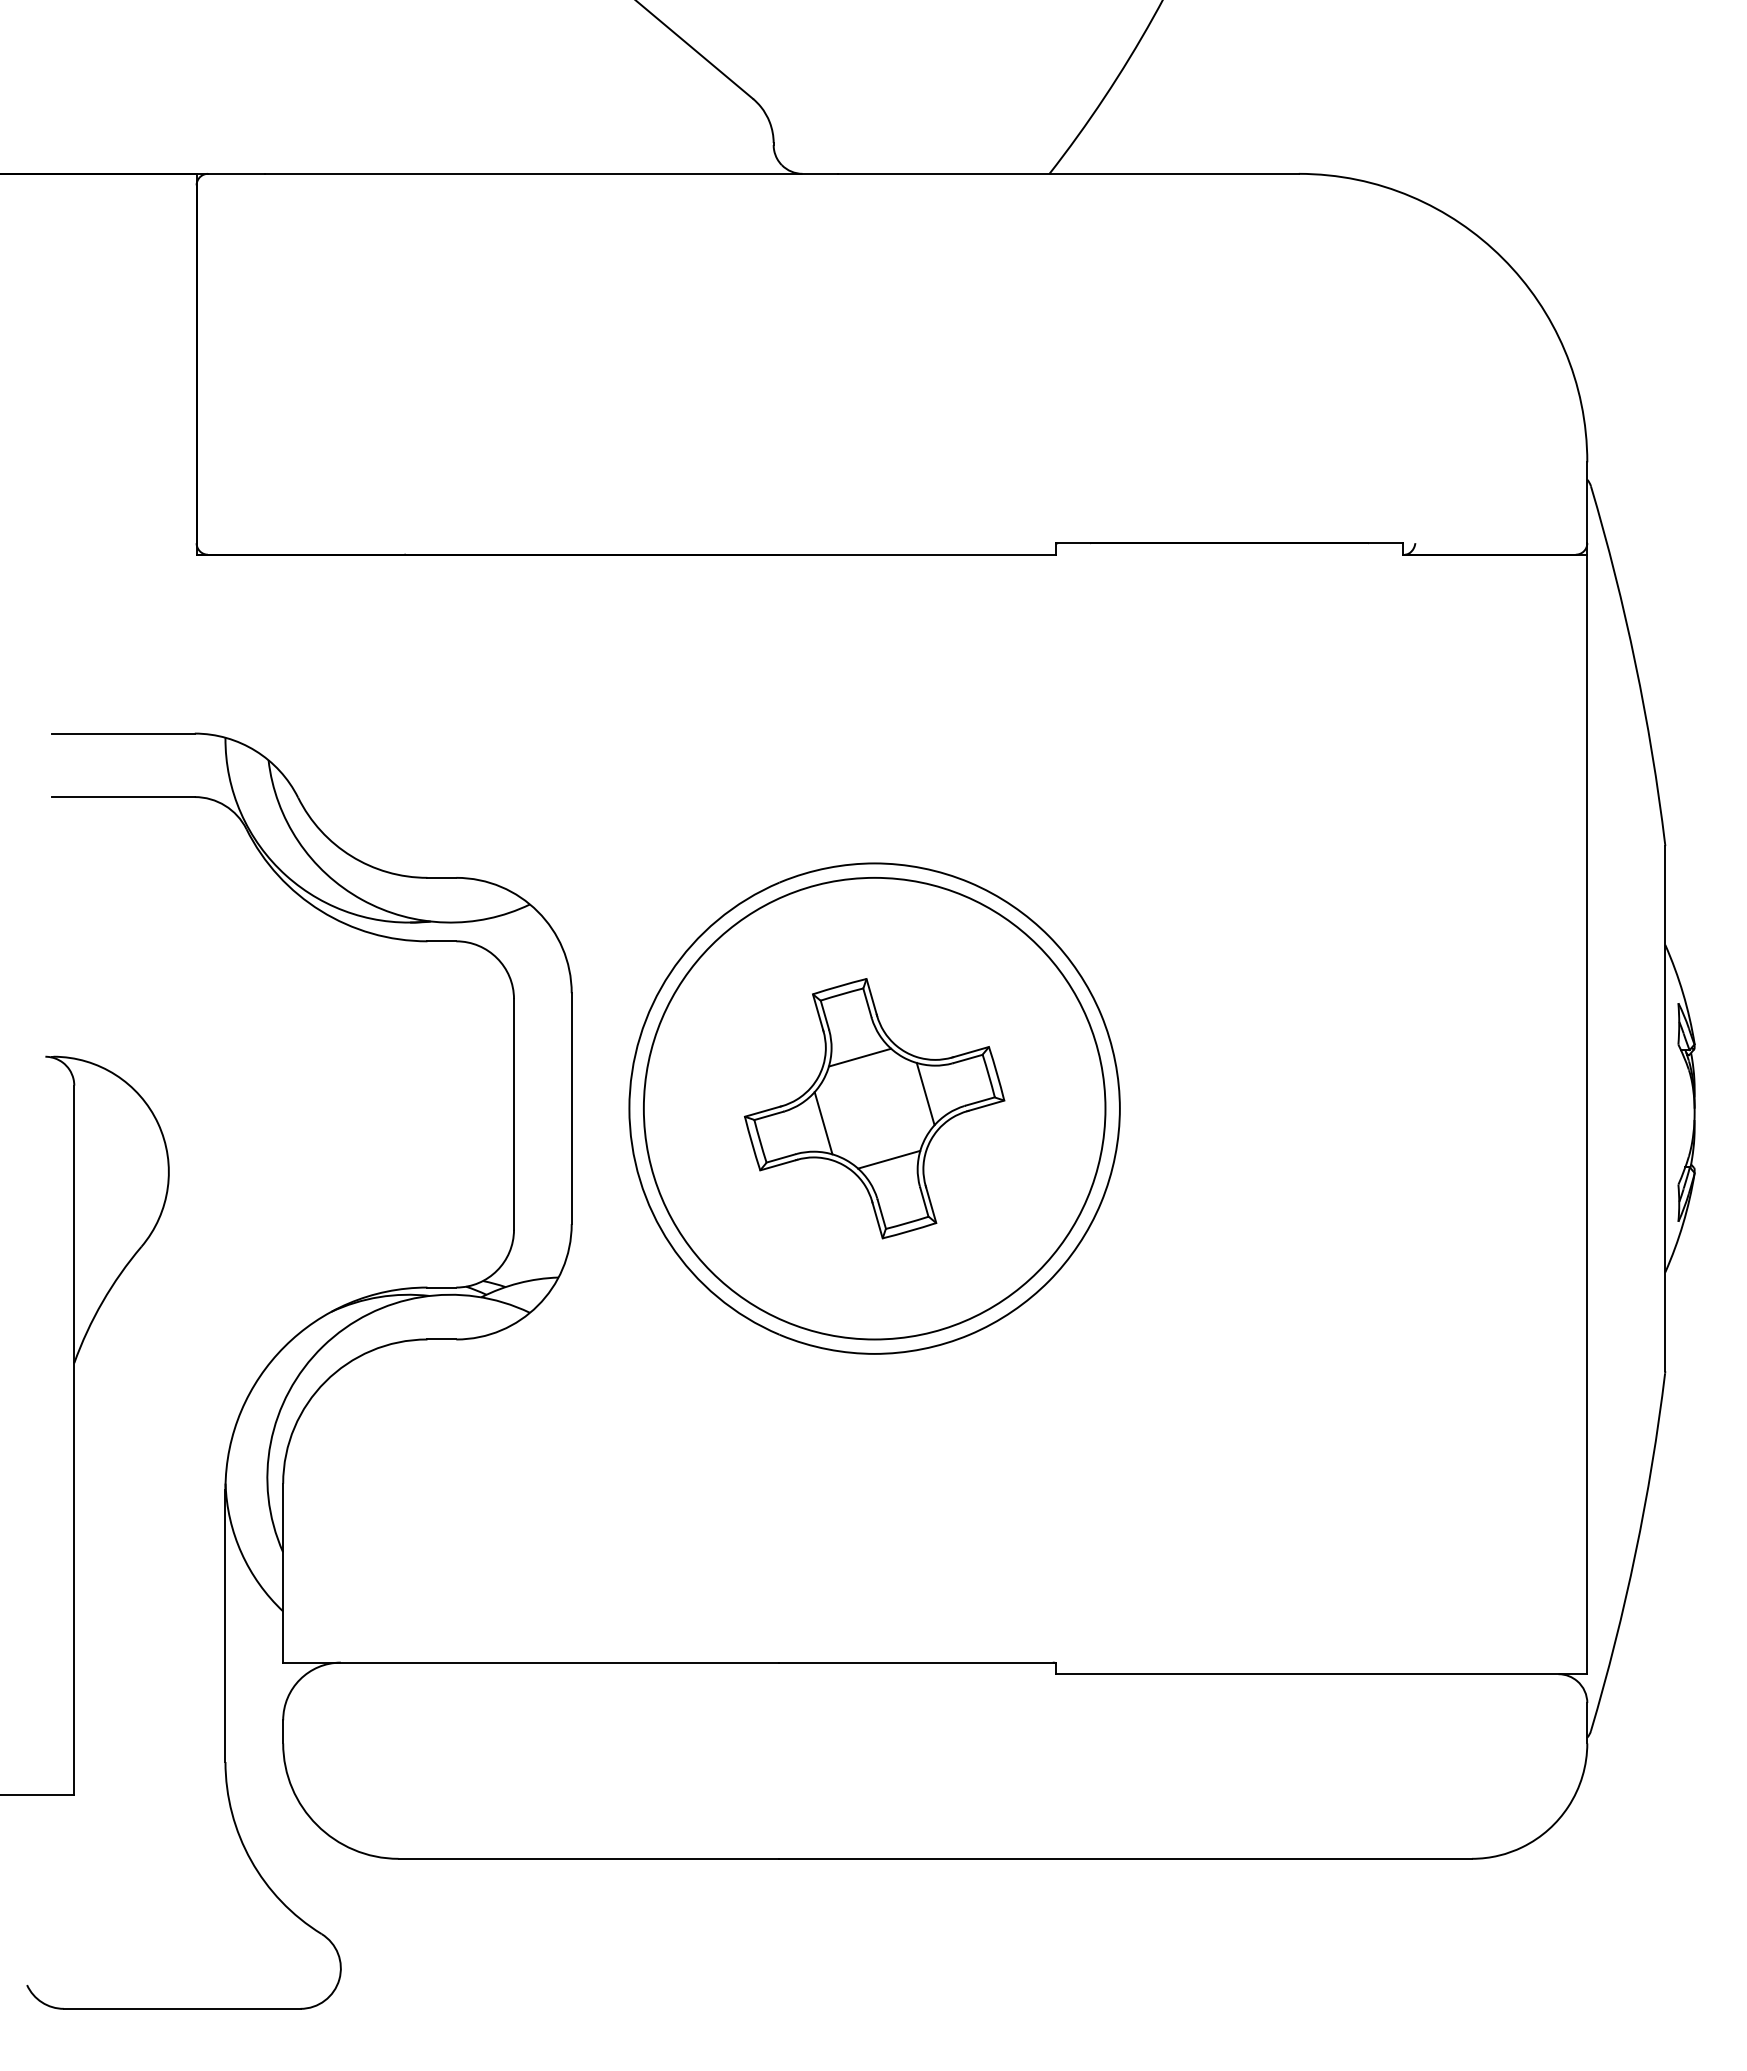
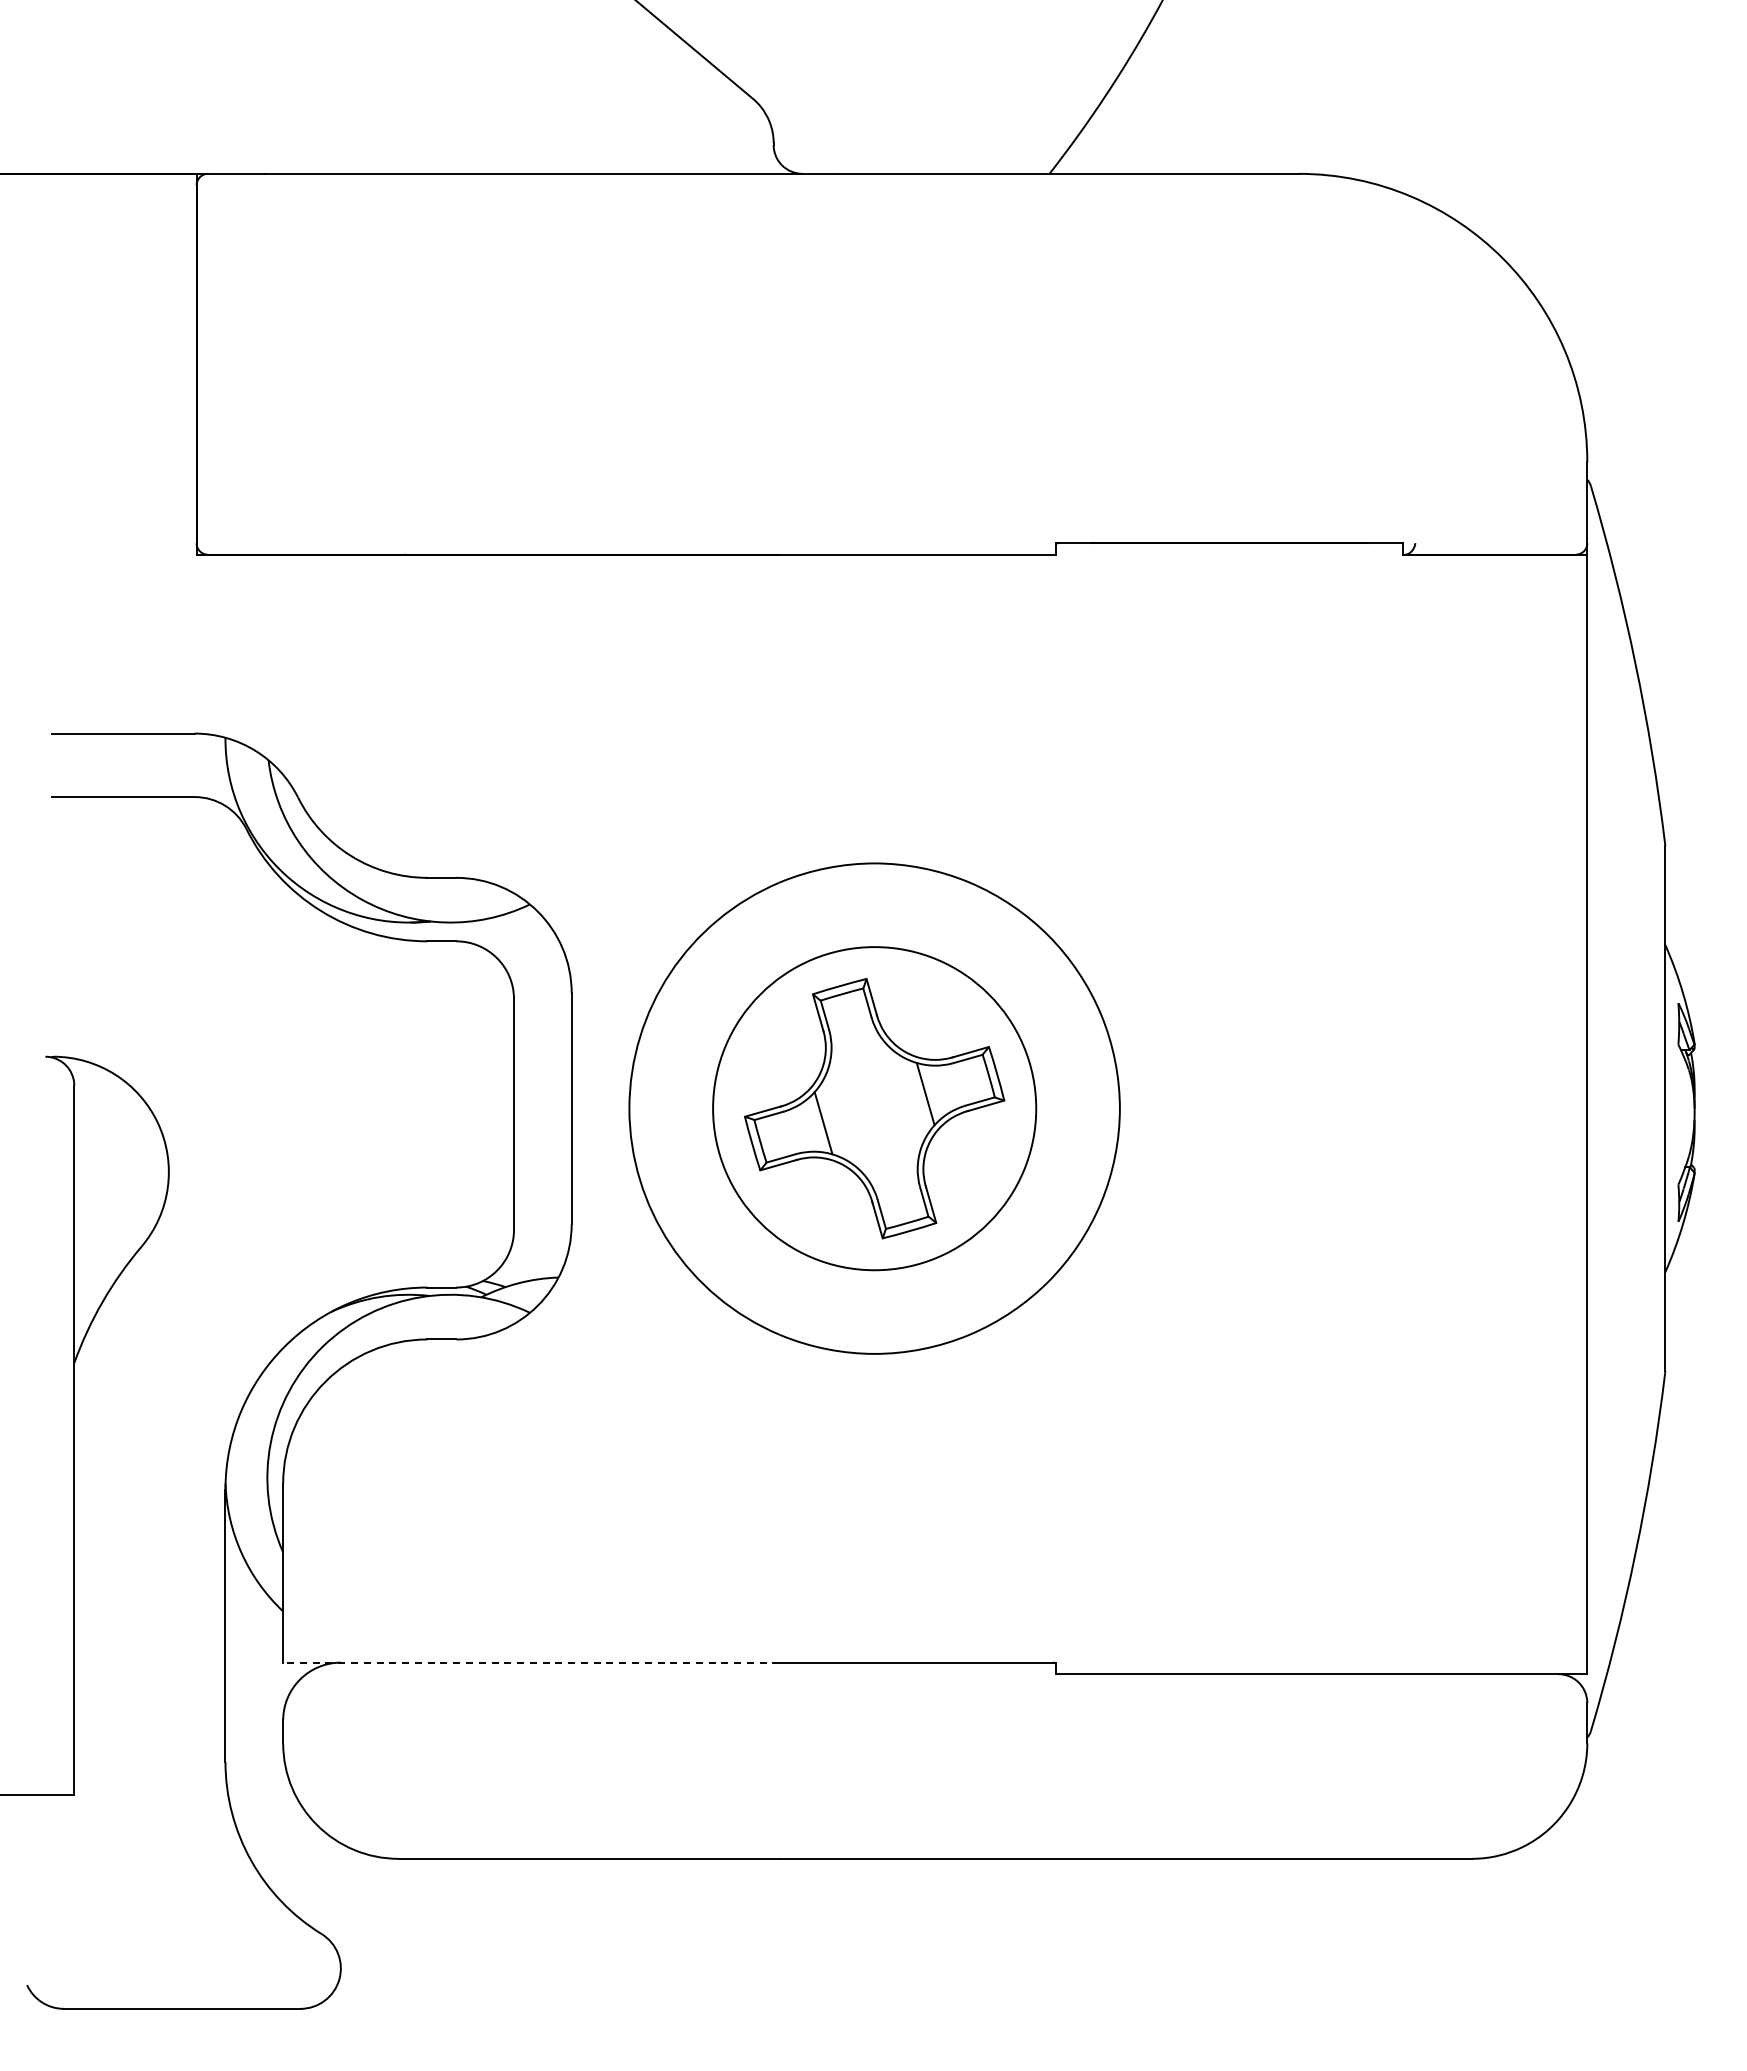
line at (859, 1057): present -> none
circle at (874, 1108) diameter: 462 px -> 323 px
line at (889, 1159): present -> none
line at (530, 1662): solid -> dashed
